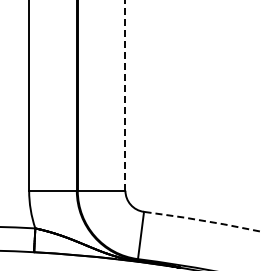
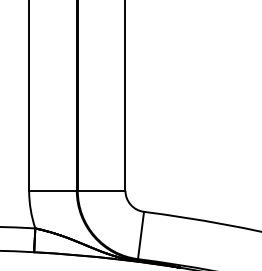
line at (125, 96): dashed -> solid
arc at (203, 220): dashed -> solid
